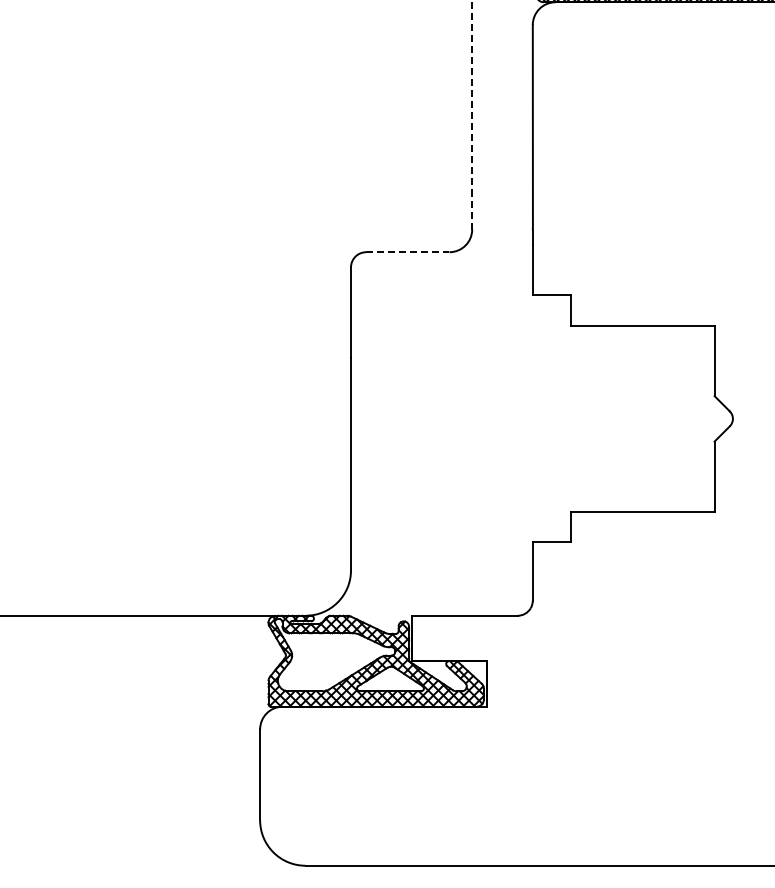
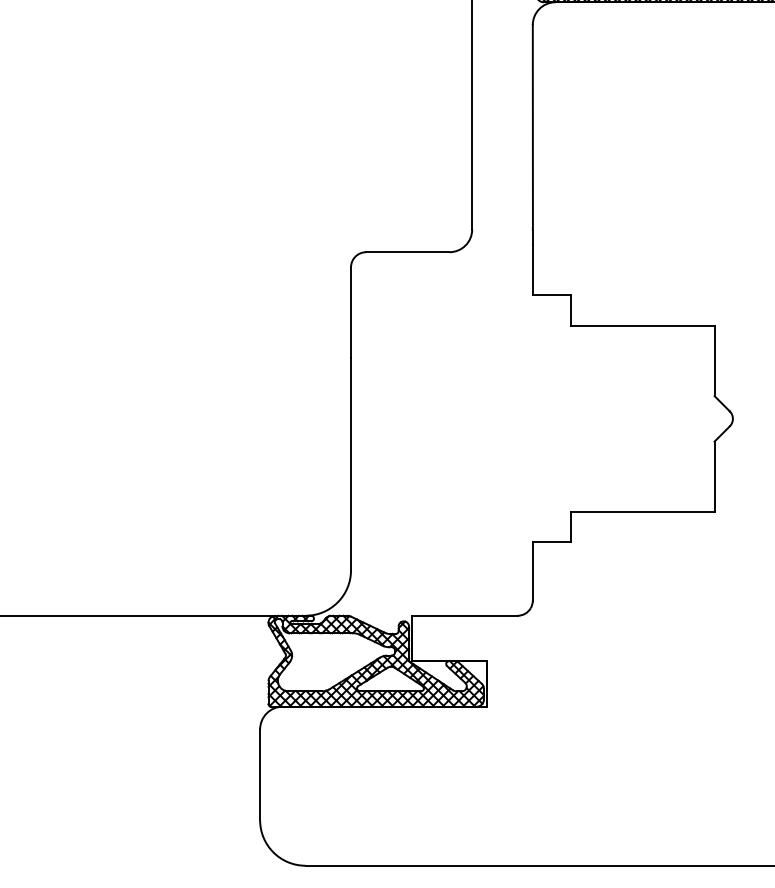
line at (472, 114): dashed -> solid
line at (407, 252): dashed -> solid
